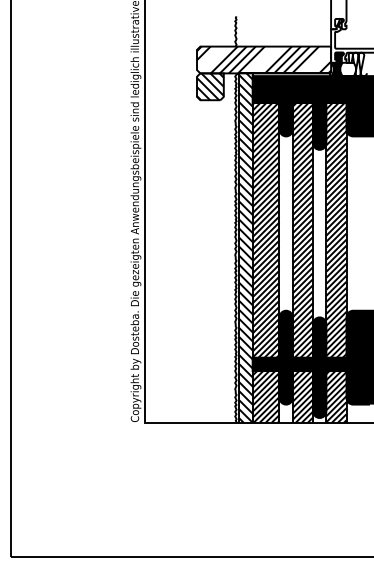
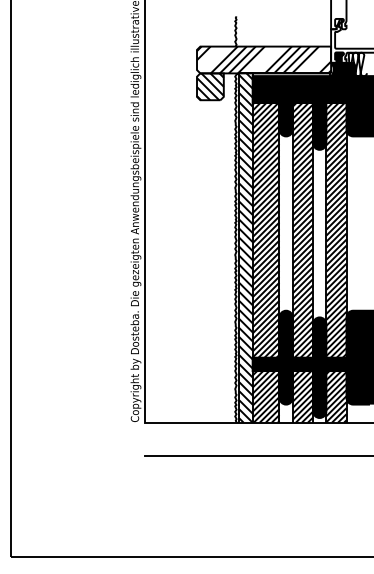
fill at (348, 69): none -> present
line at (257, 456): none -> present
